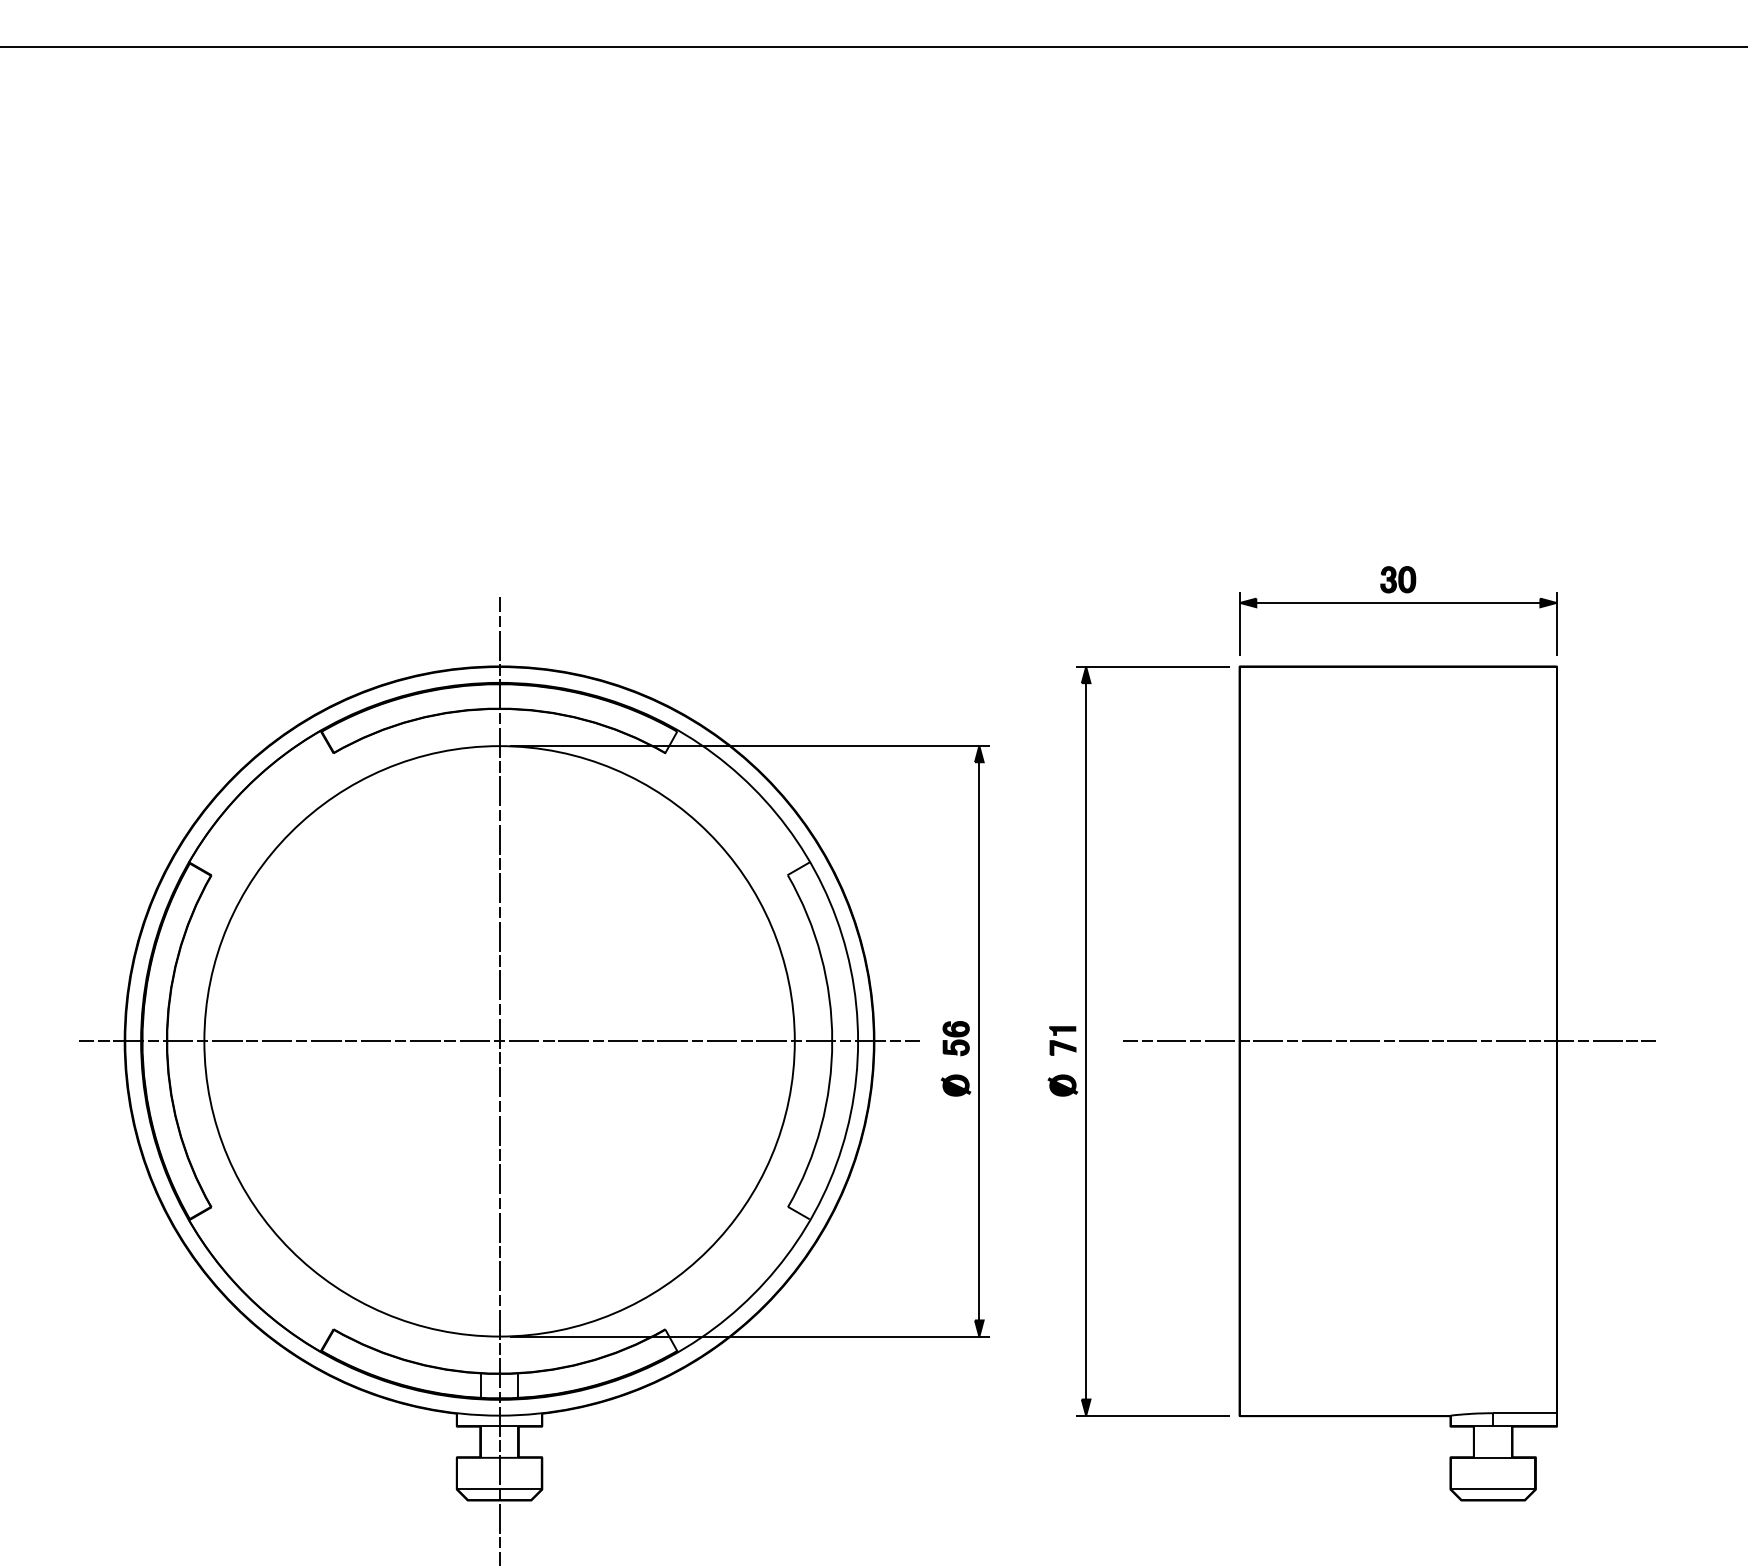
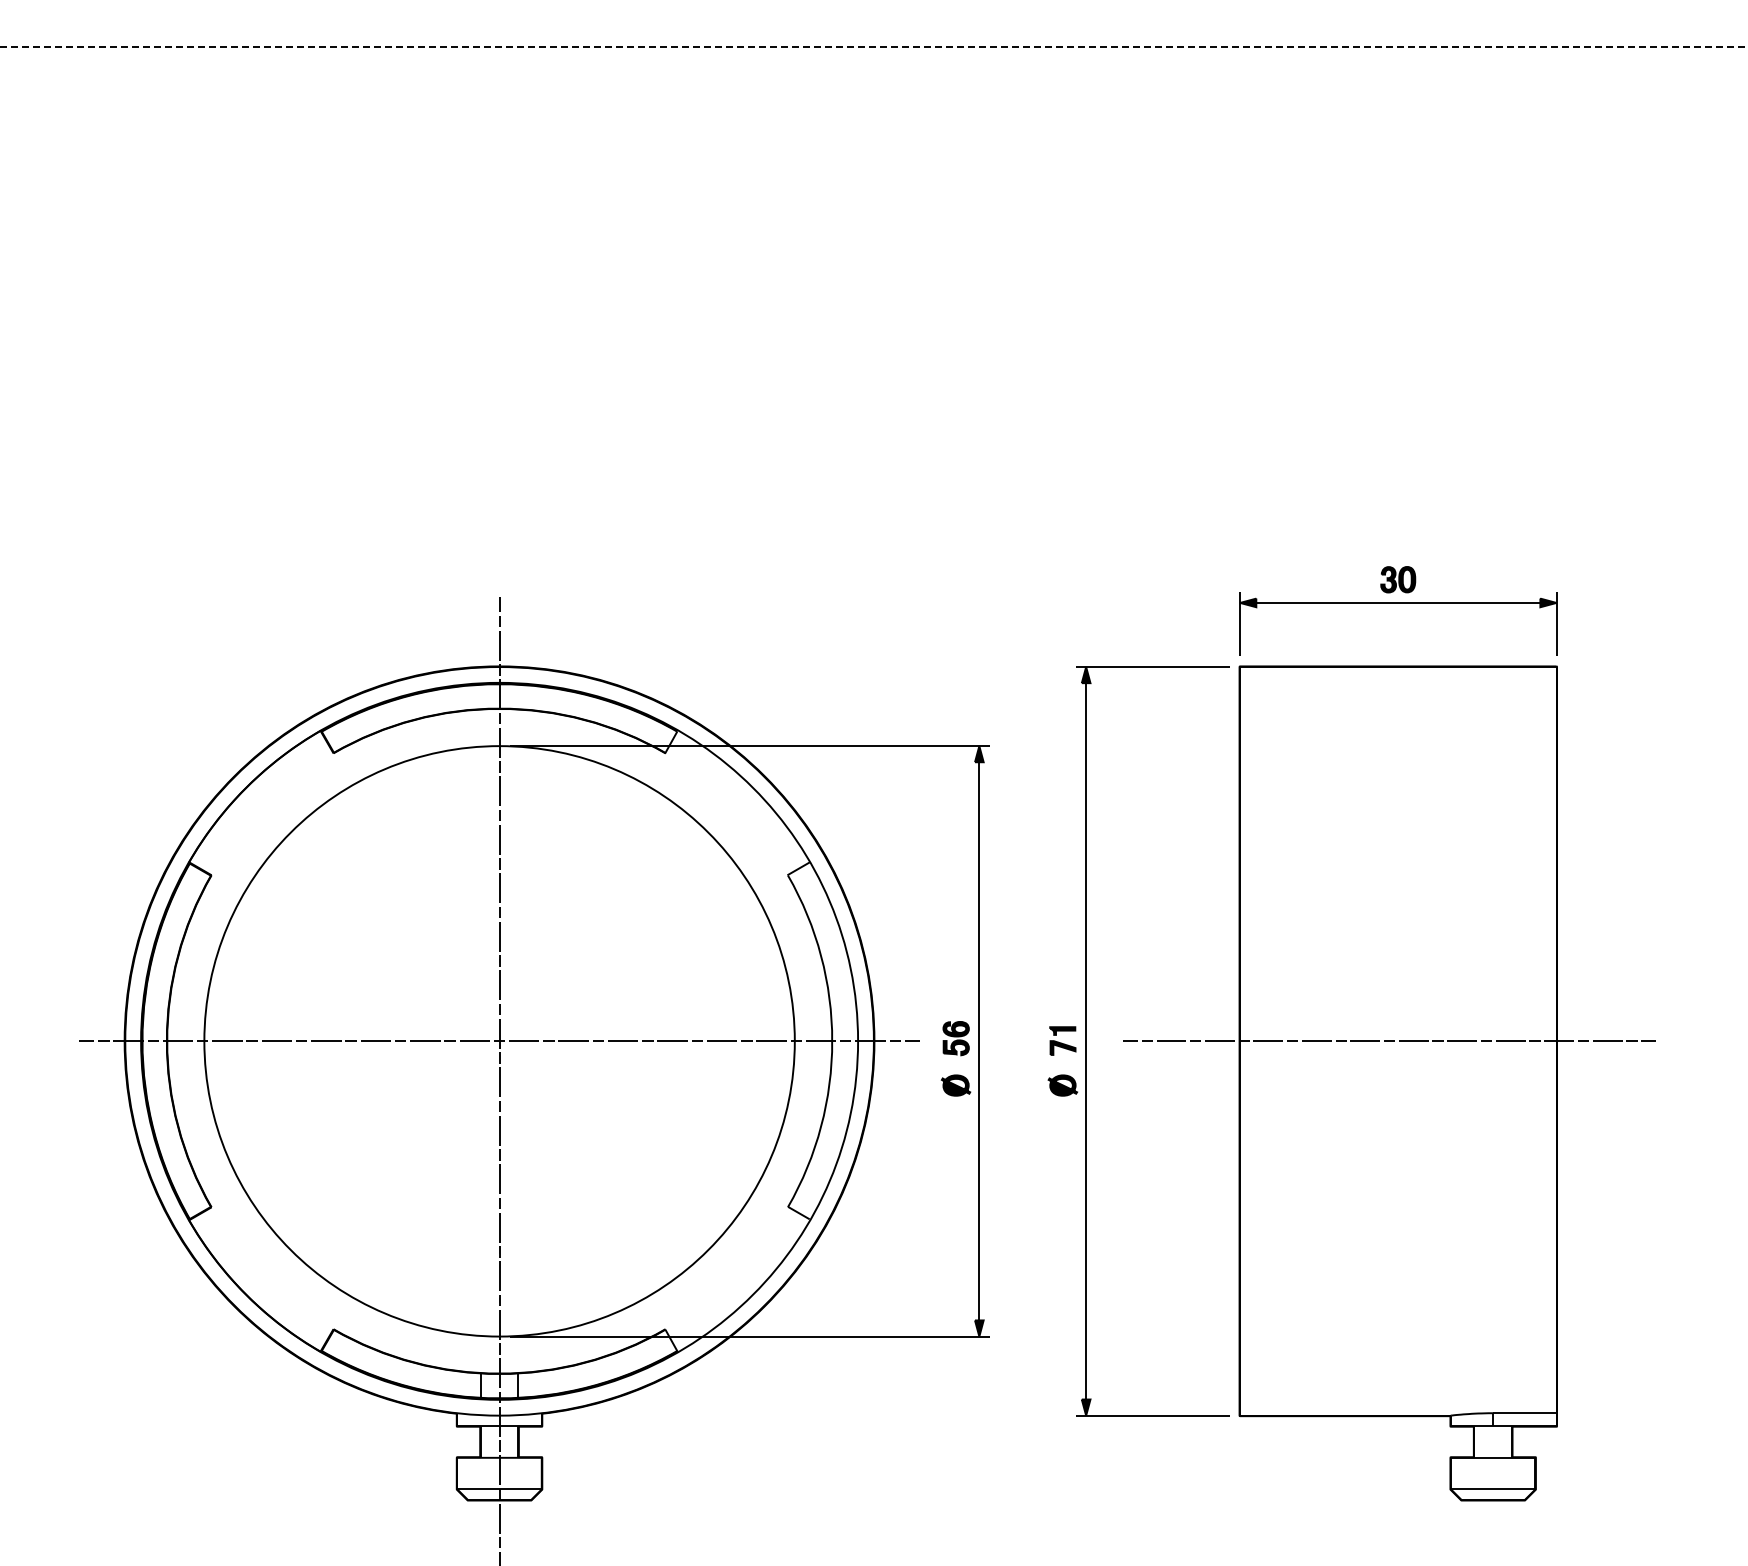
line at (873, 47): solid -> dashed
